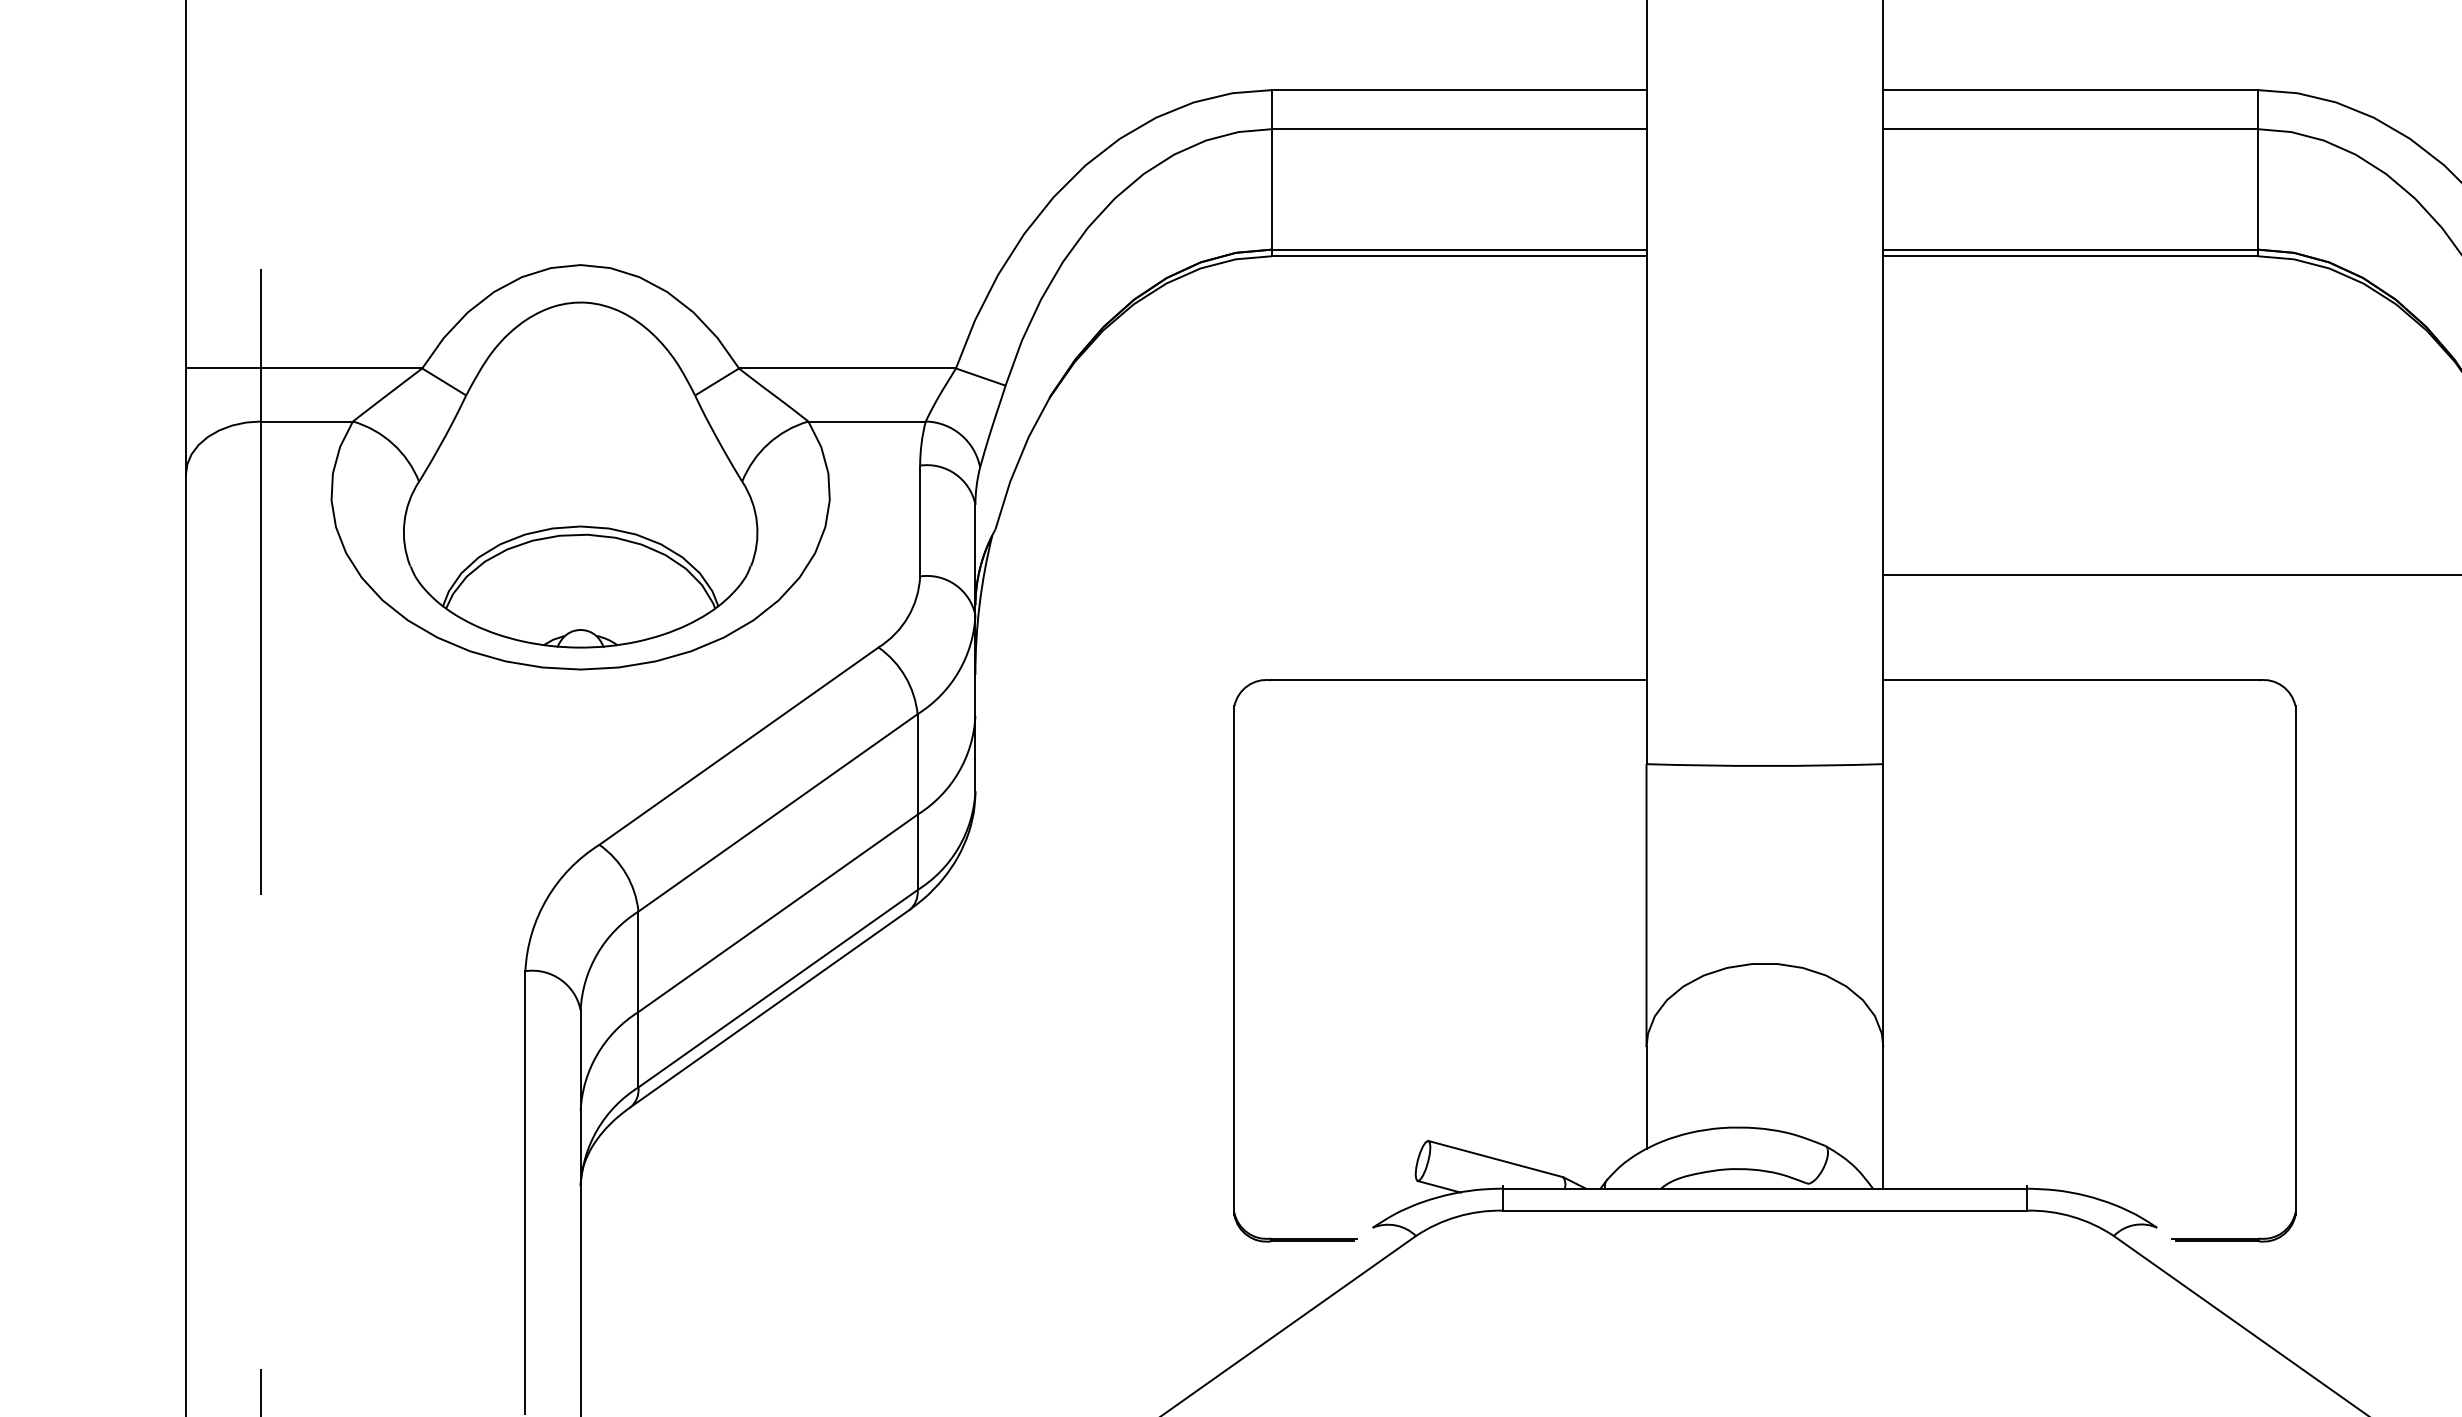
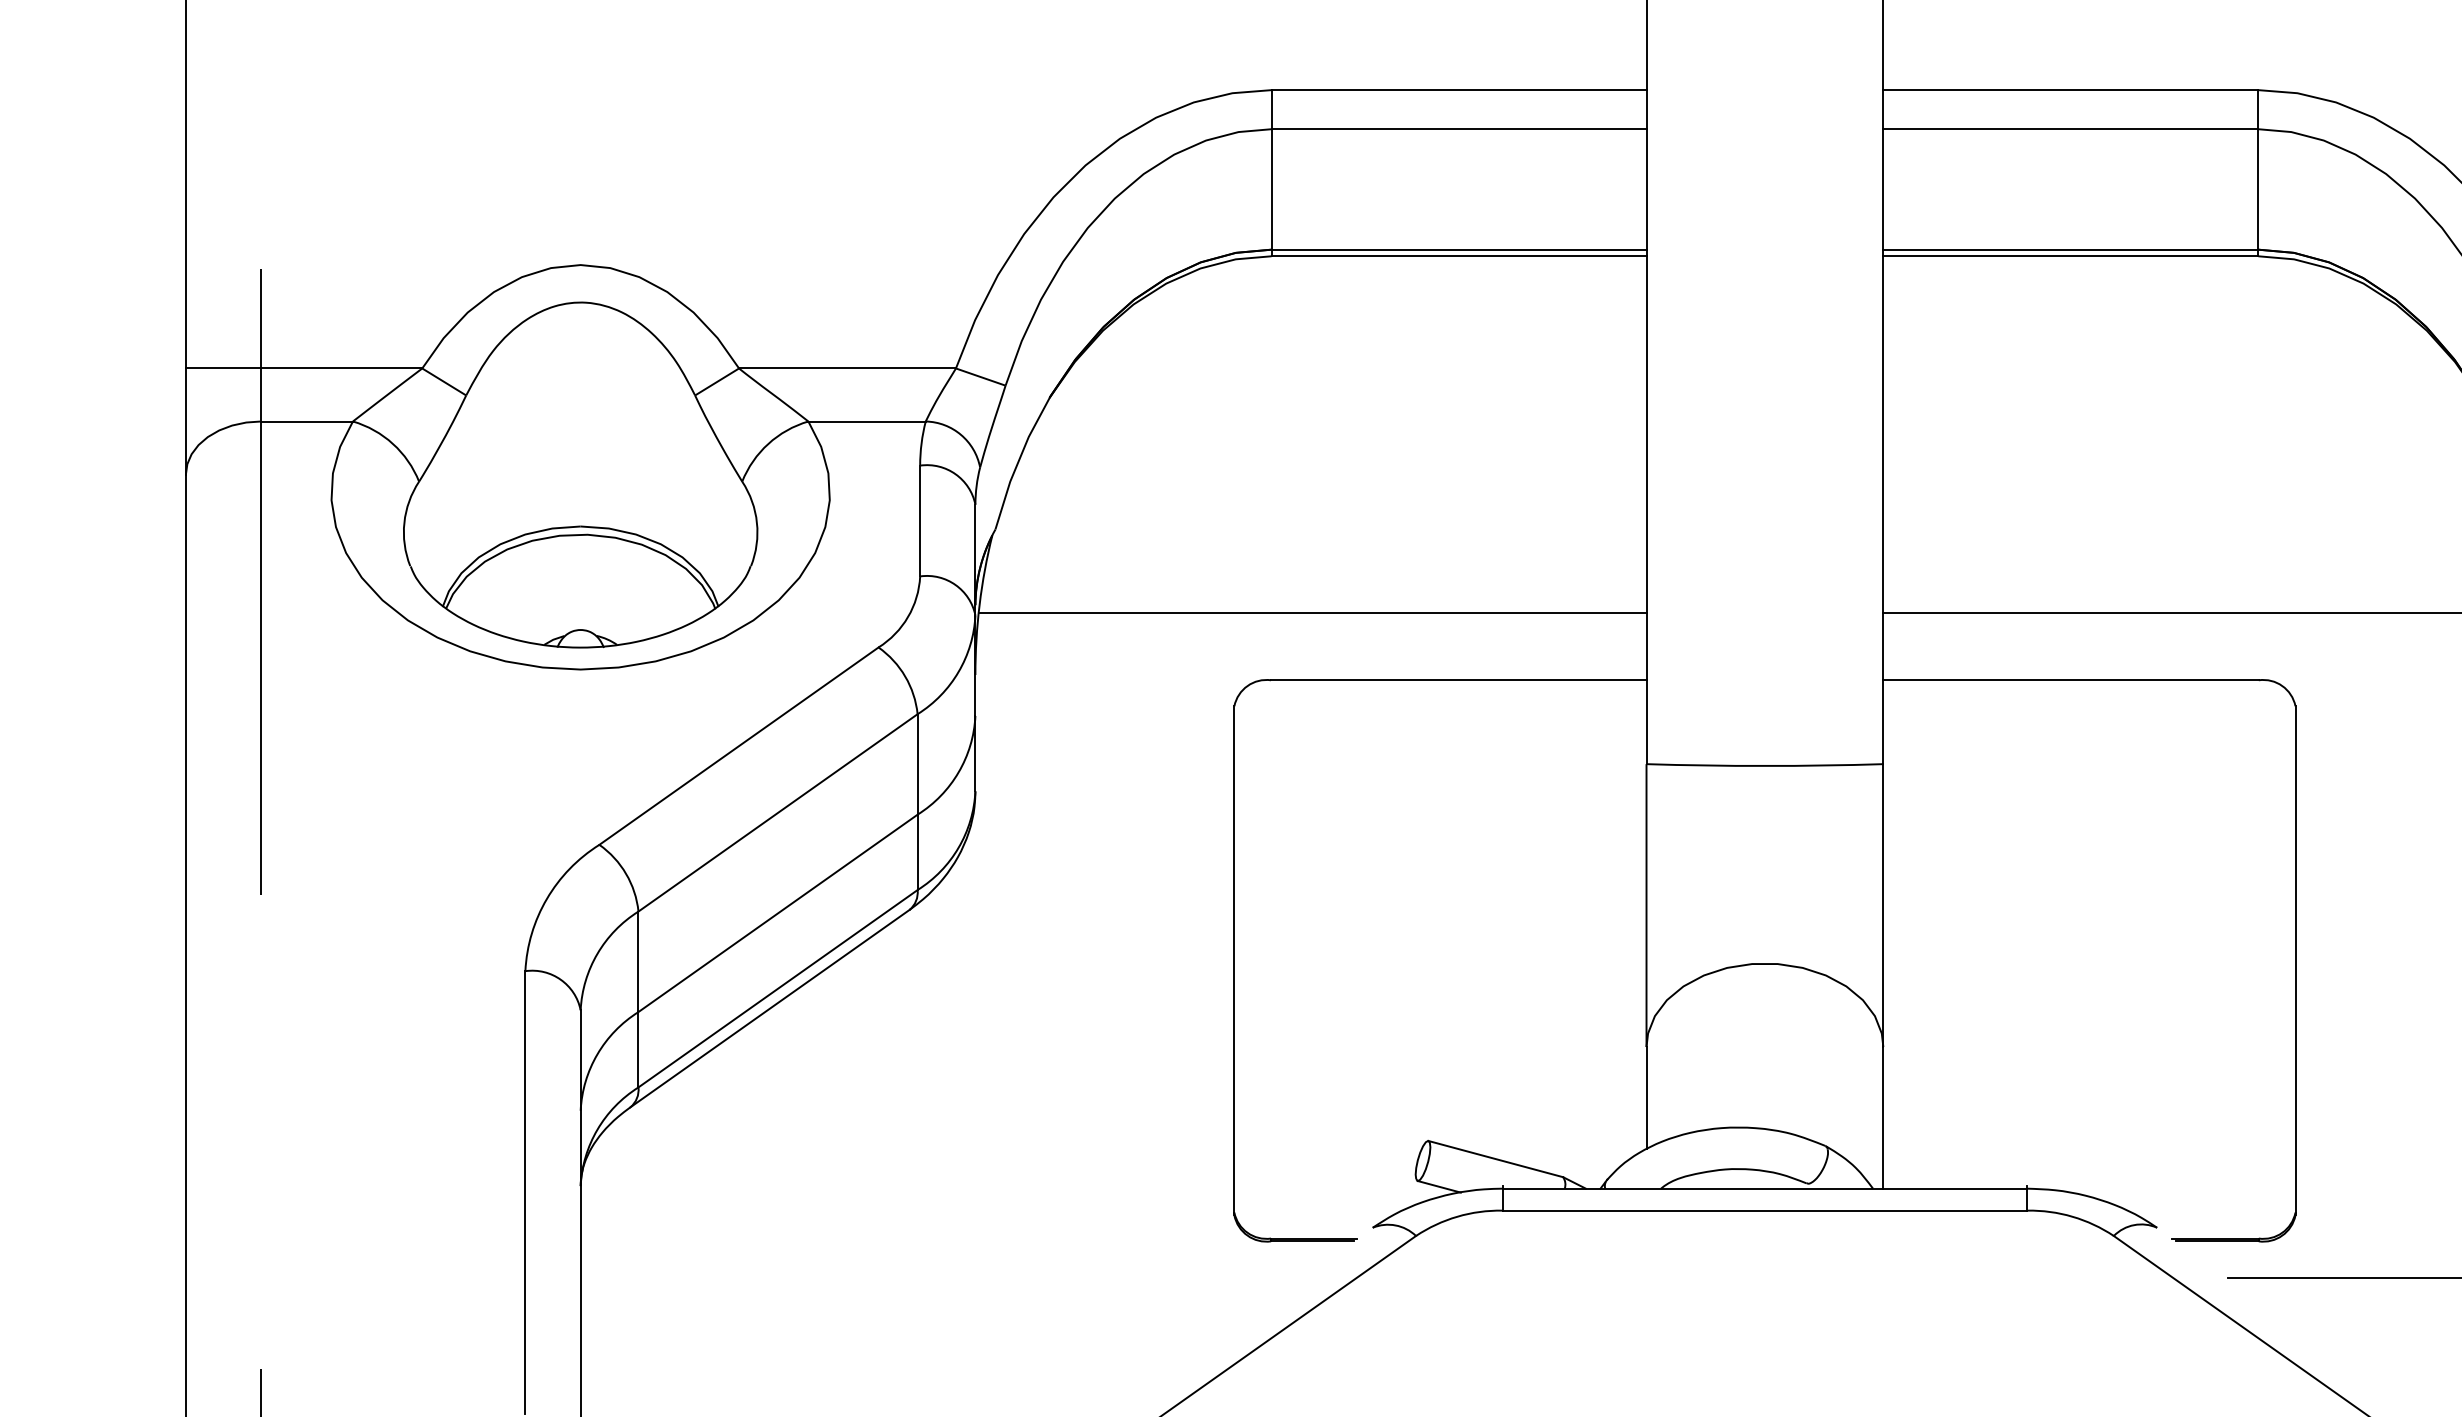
line at (2170, 575) position: (2170, 575) -> (2170, 613)
line at (1312, 613): none -> present
line at (2343, 1278): none -> present
